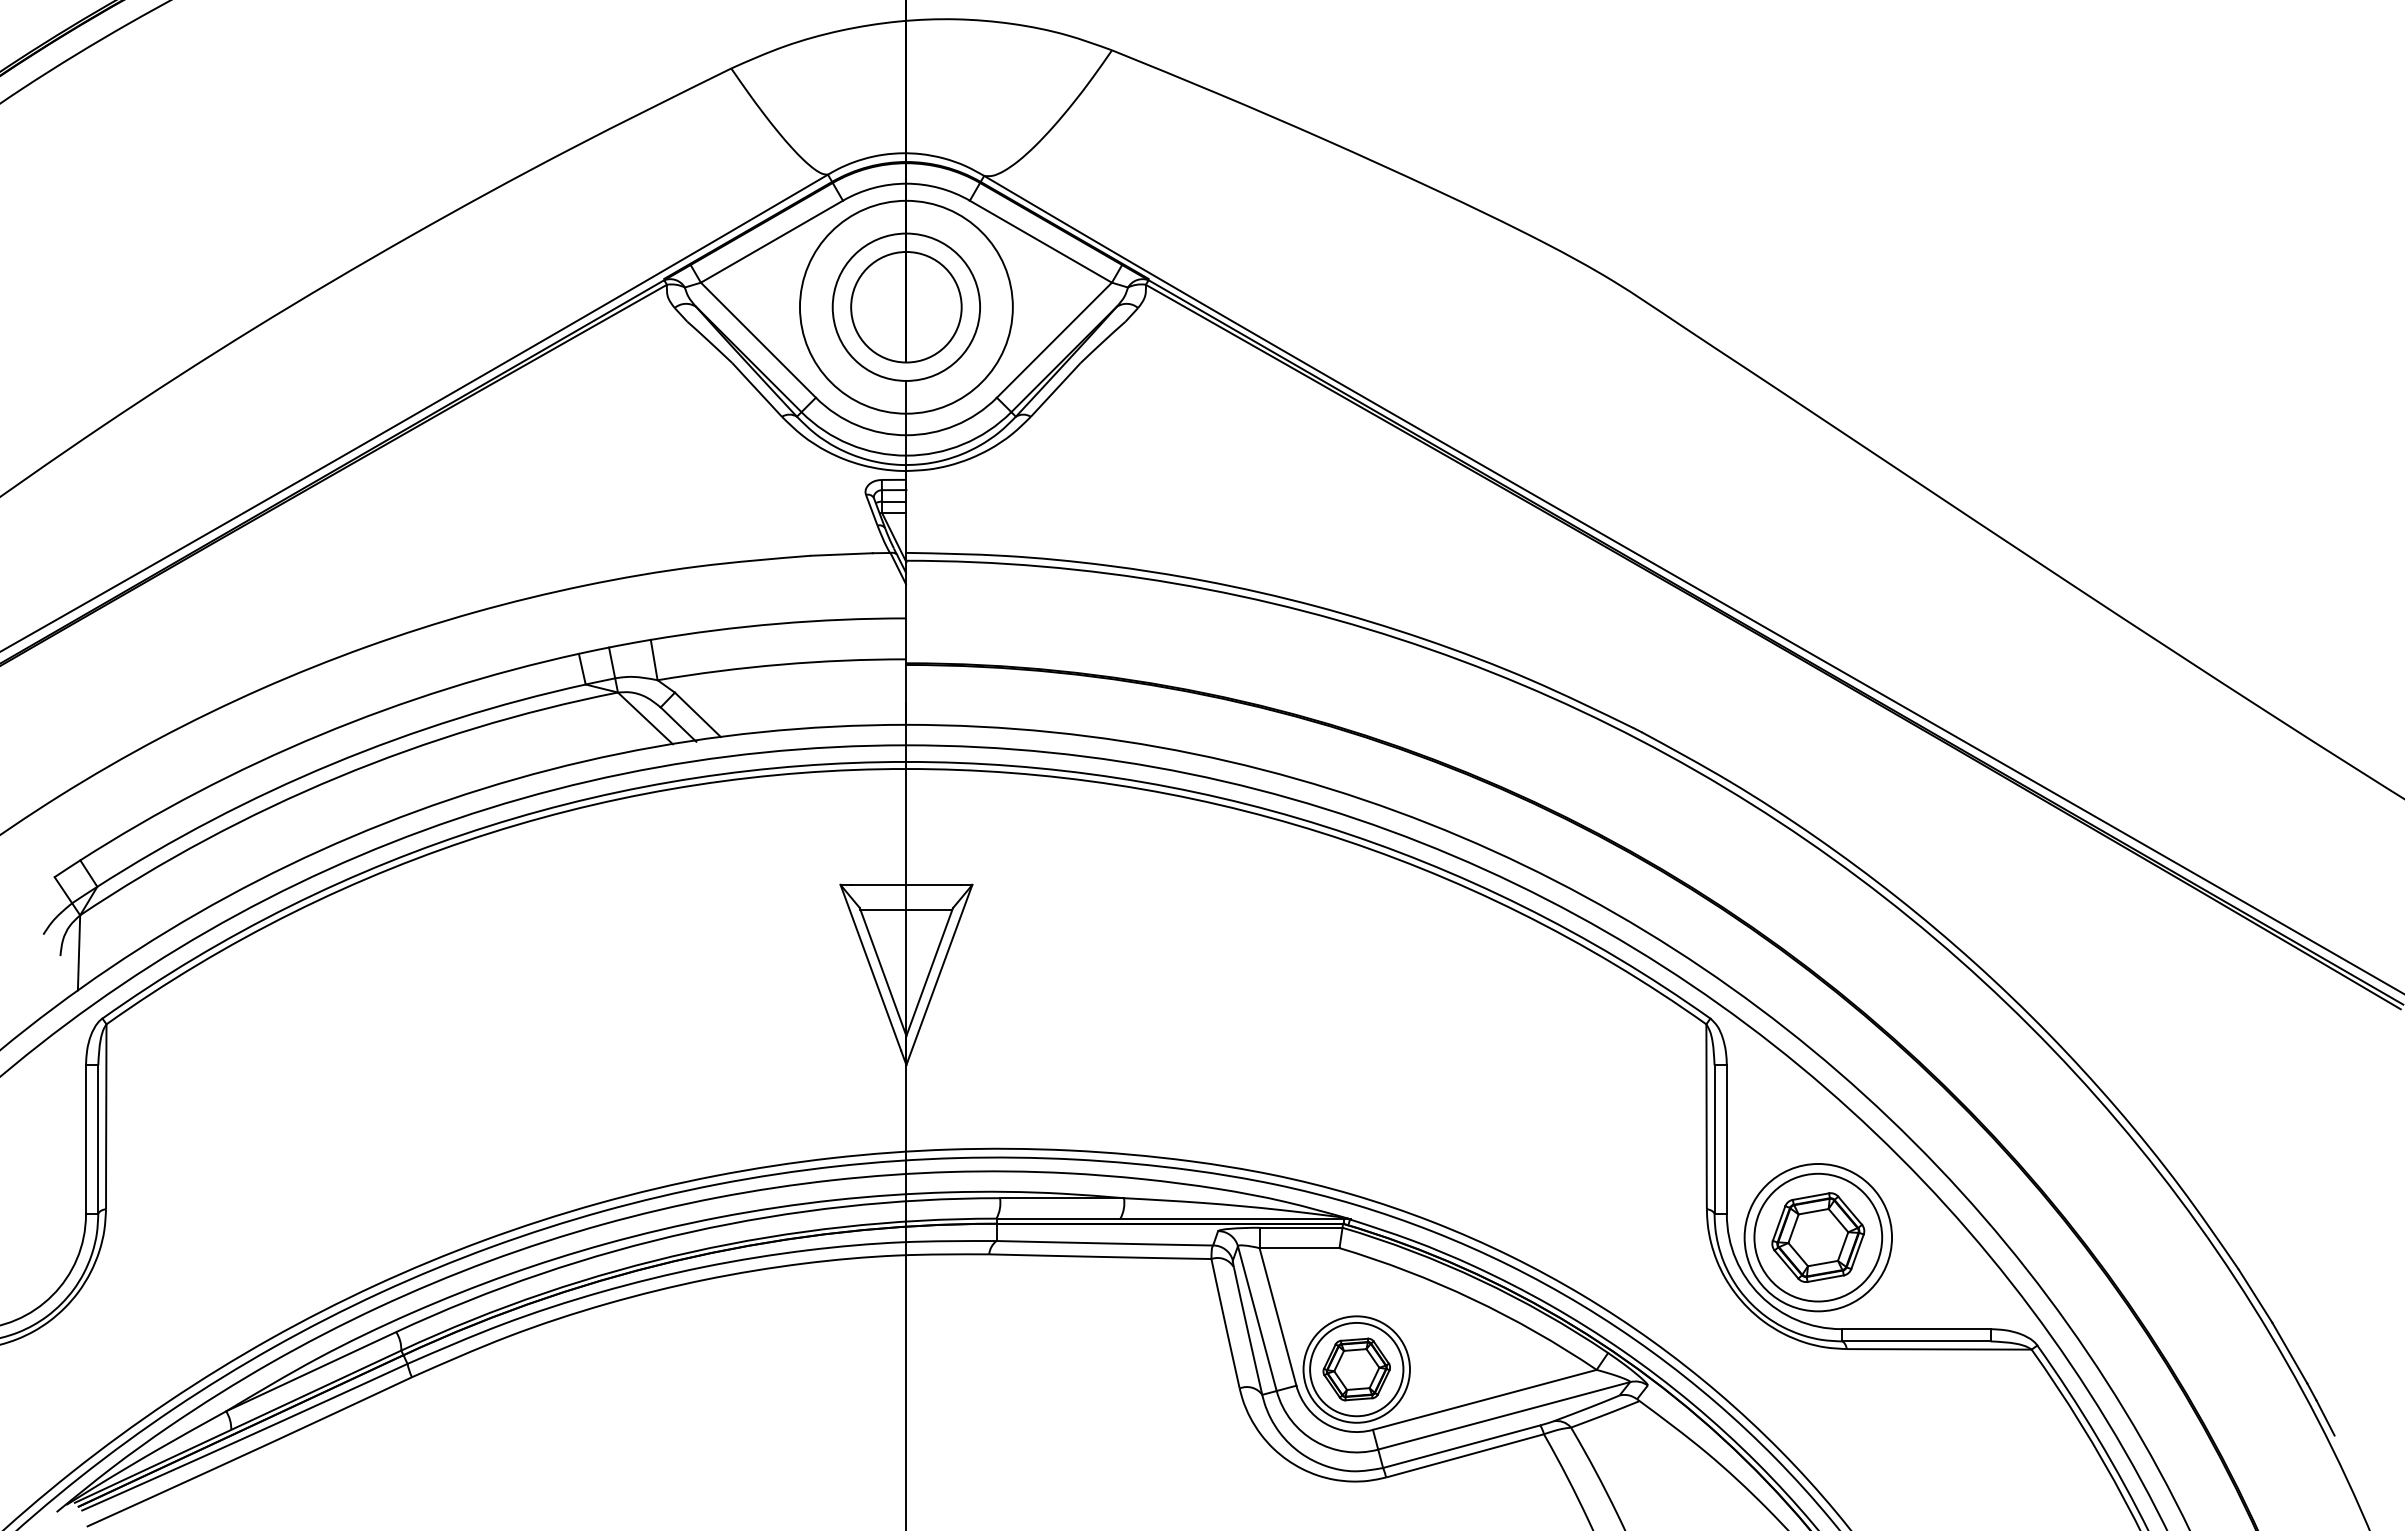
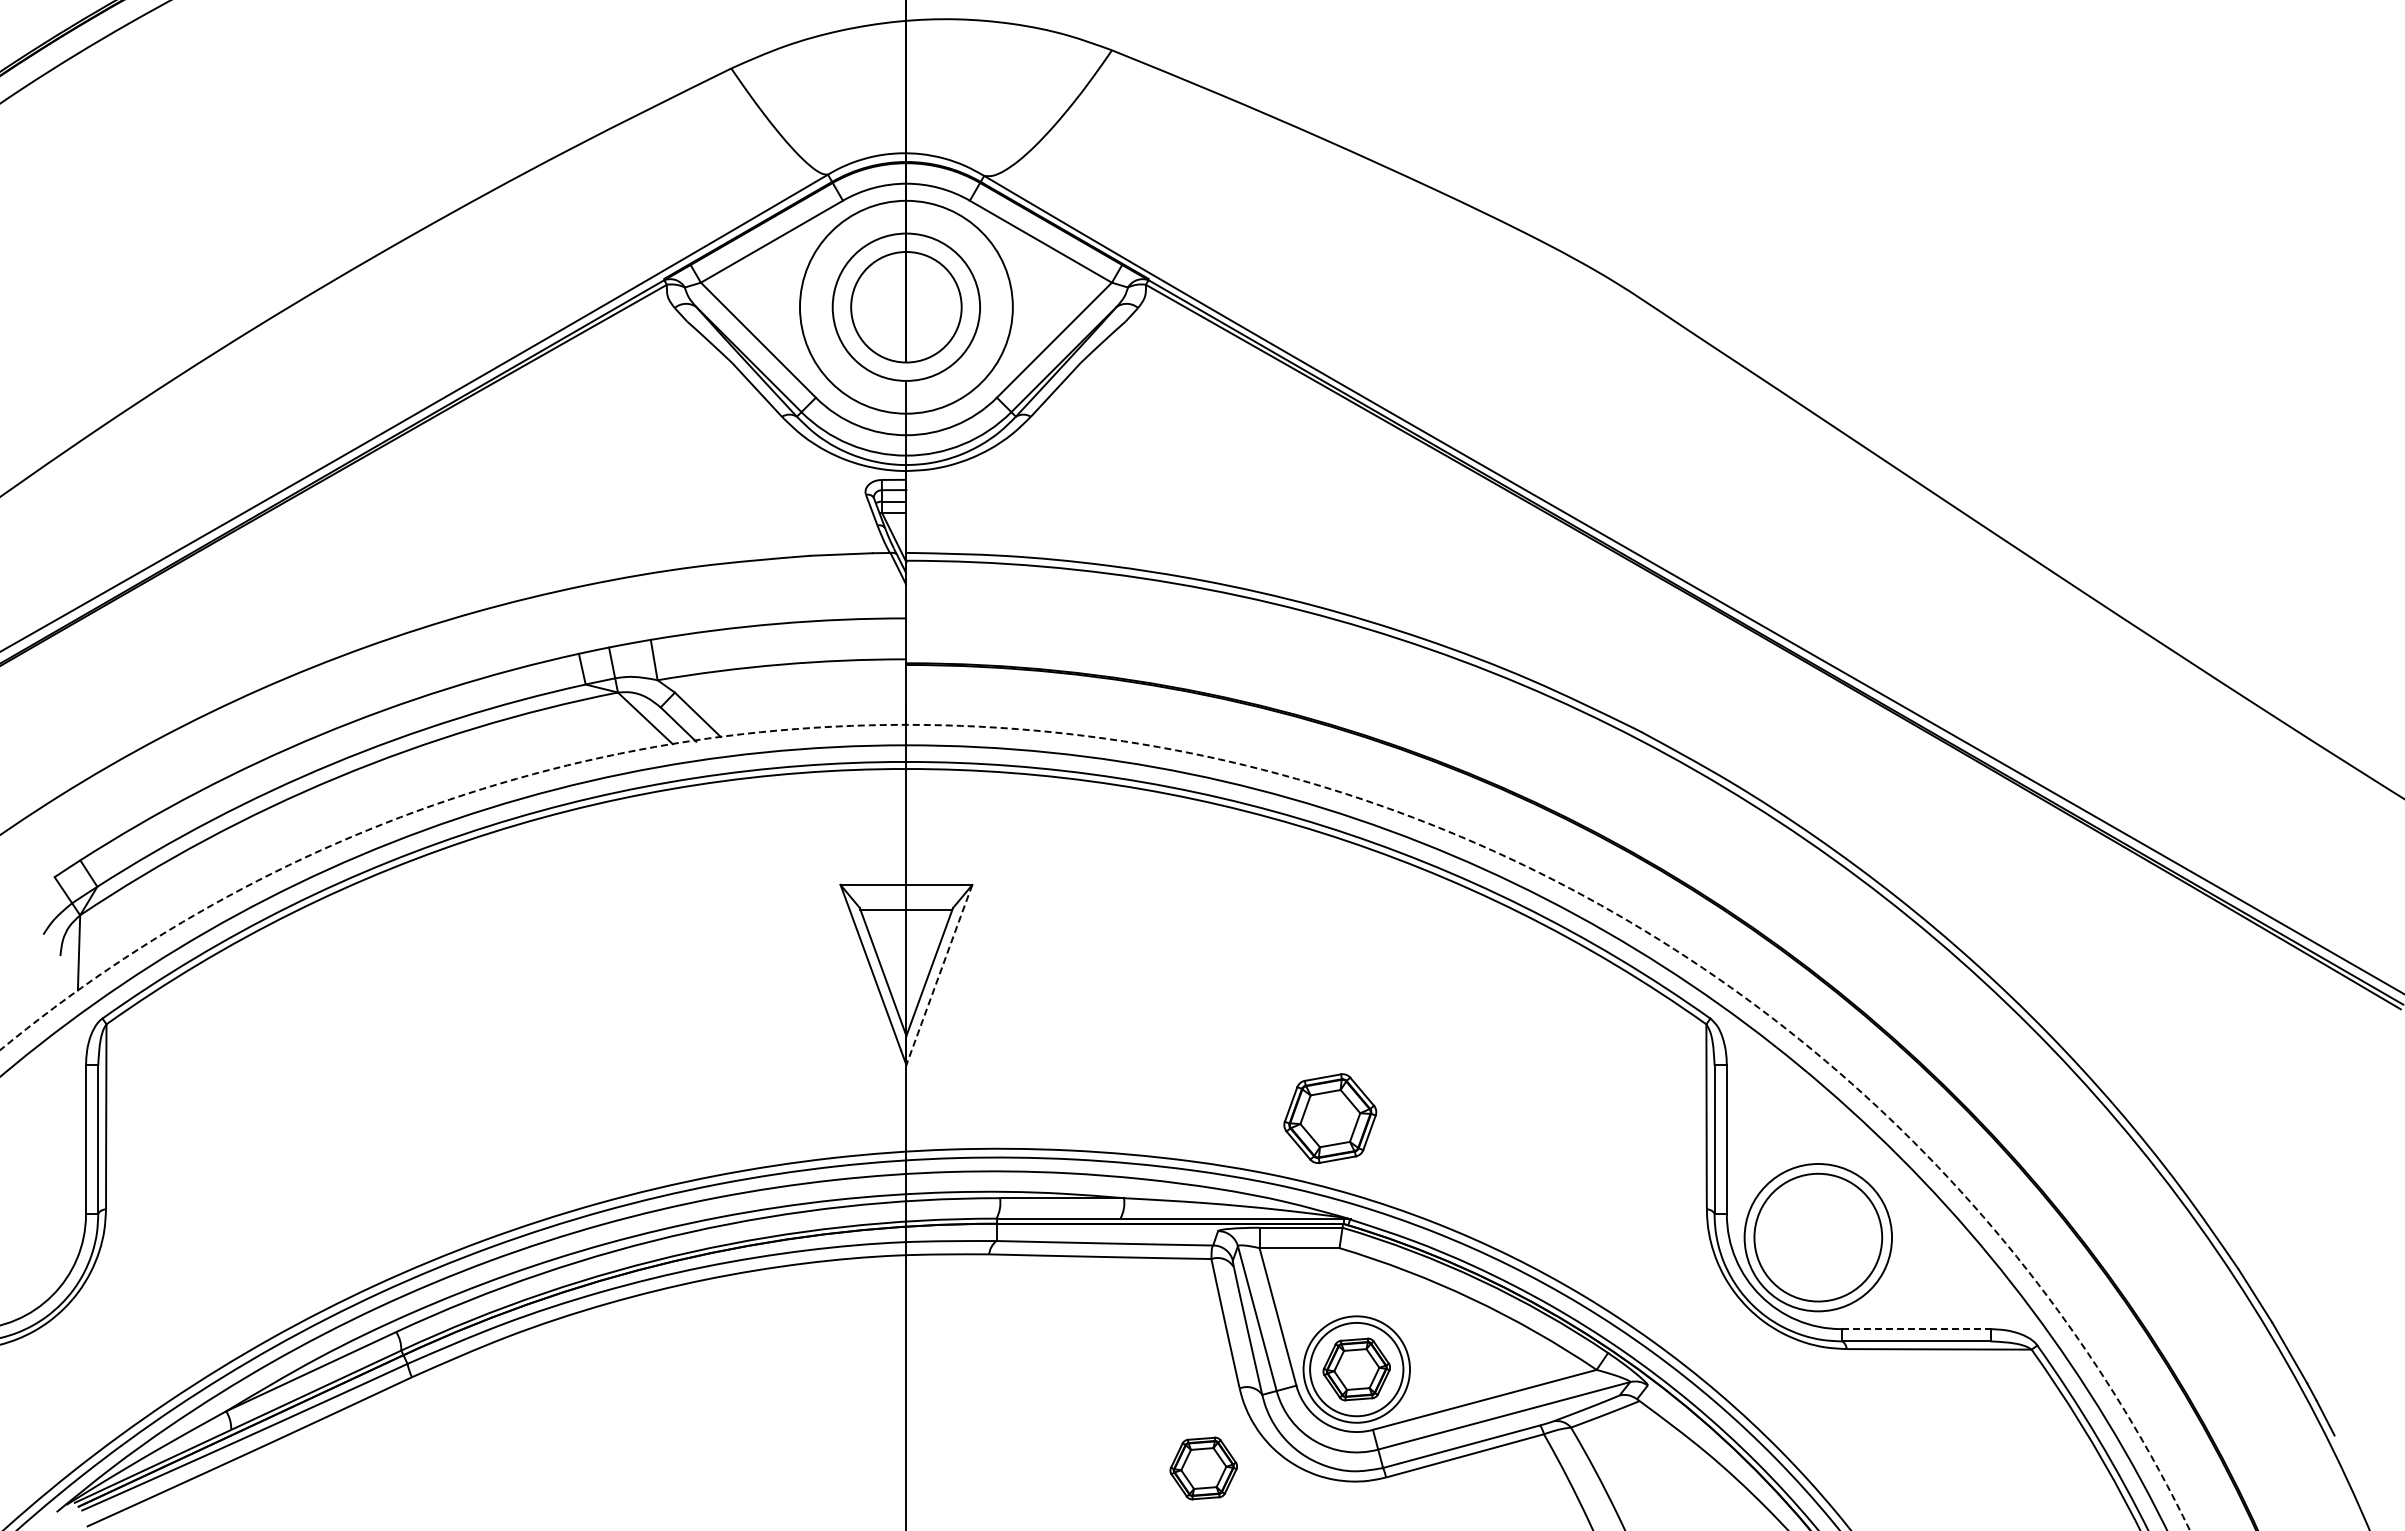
line at (939, 974): solid -> dashed
circle at (1094, 1127): solid -> dashed
part at (1818, 1237) position: (1818, 1237) -> (1330, 1118)
line at (1916, 1329): solid -> dashed
part at (1203, 1468): none -> present
